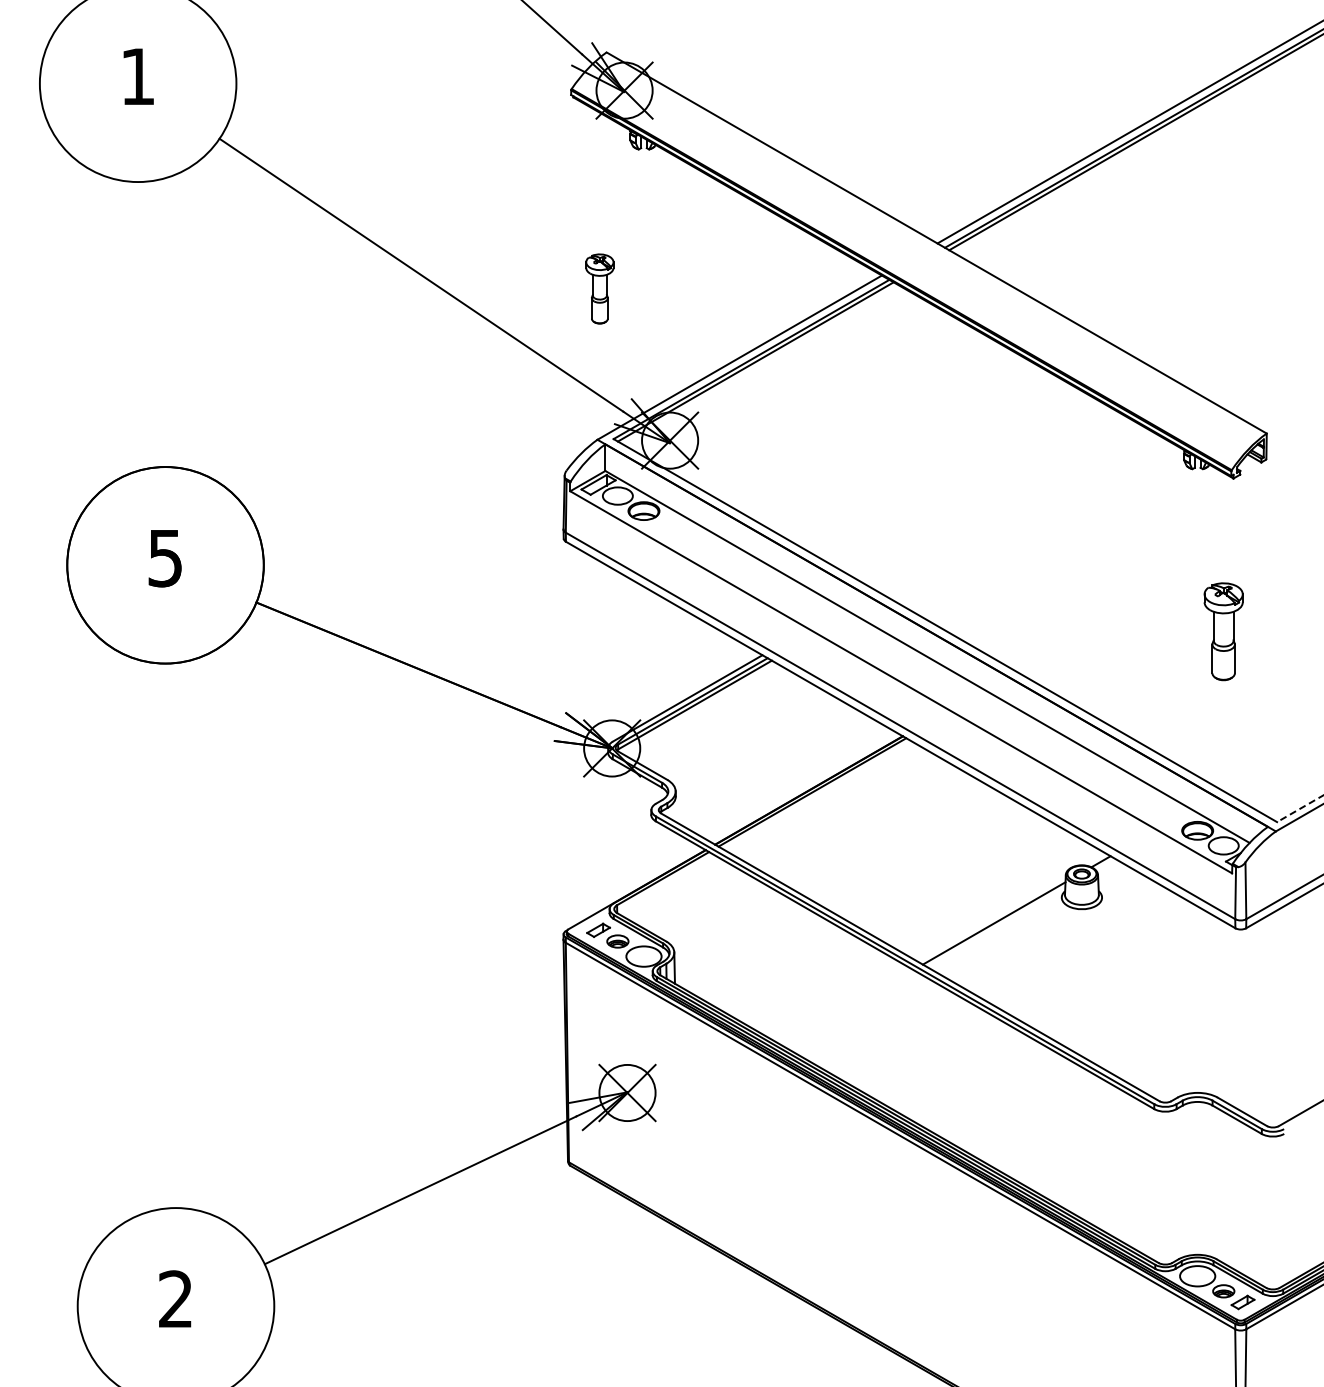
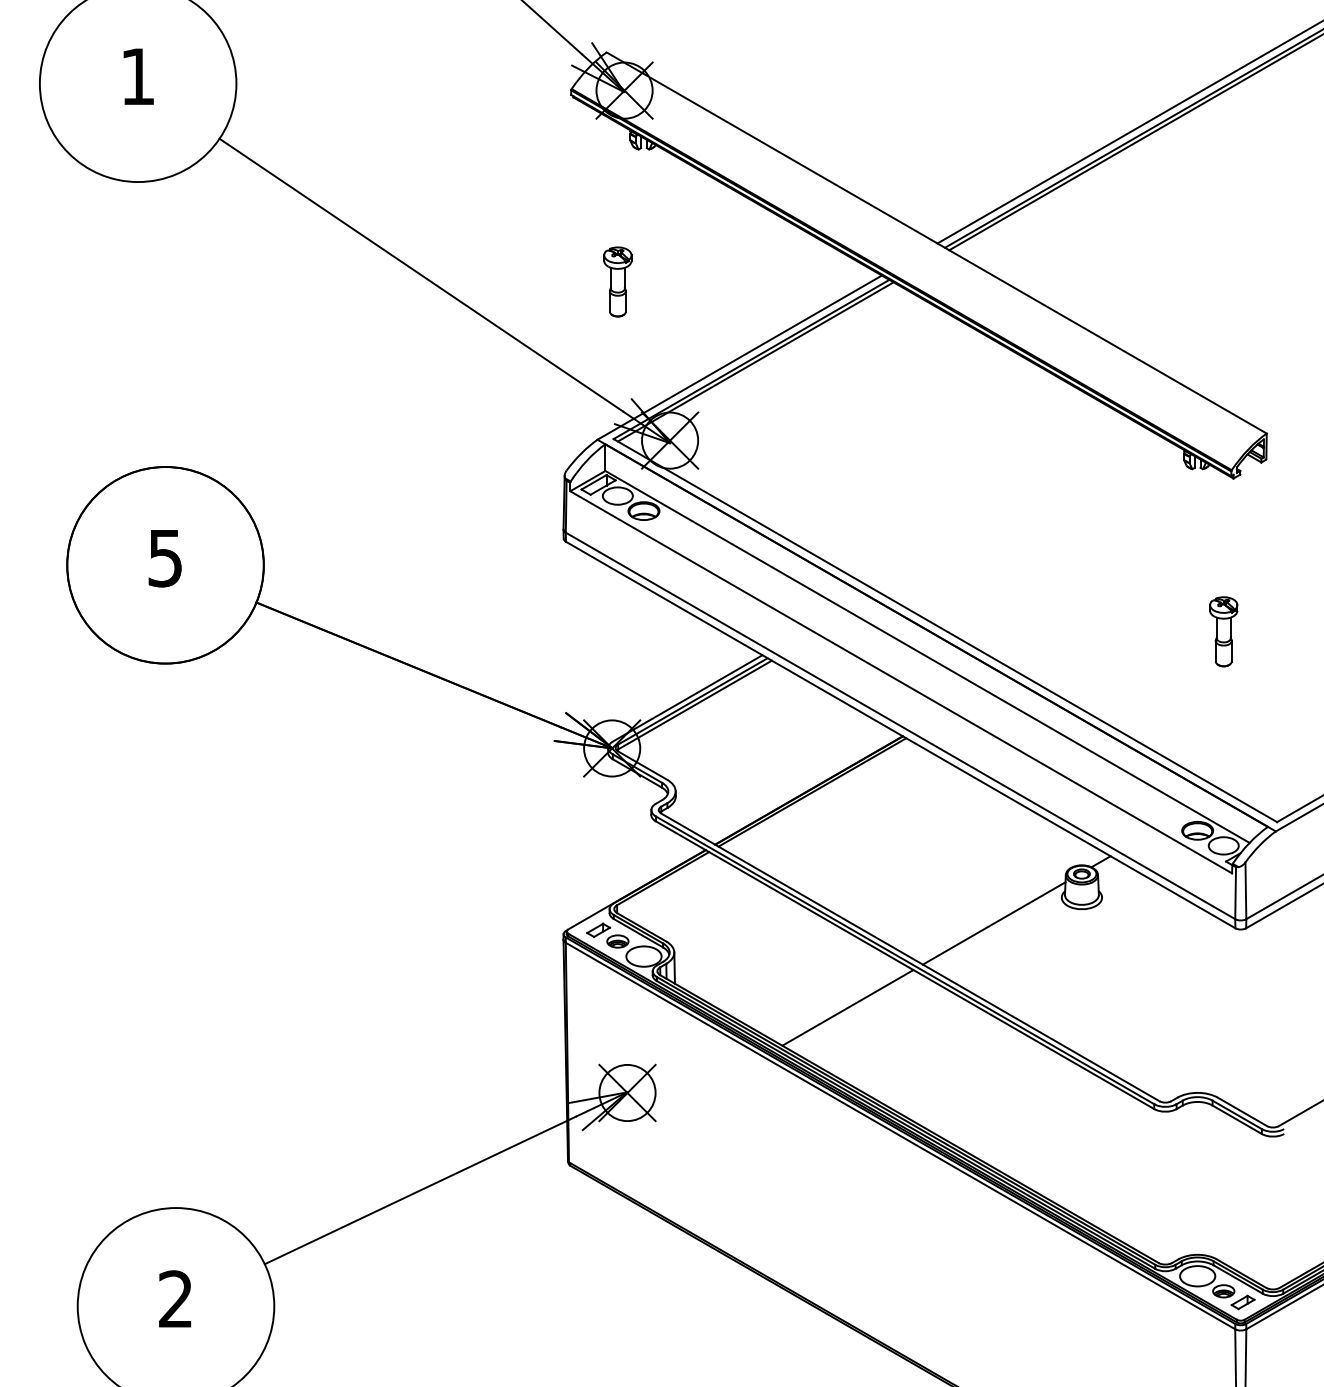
part at (599, 288) position: (599, 288) -> (617, 281)
part at (1223, 631) size: 41x100 px -> 30x72 px
line at (1300, 808): dashed -> solid
line at (847, 1007): none -> present
